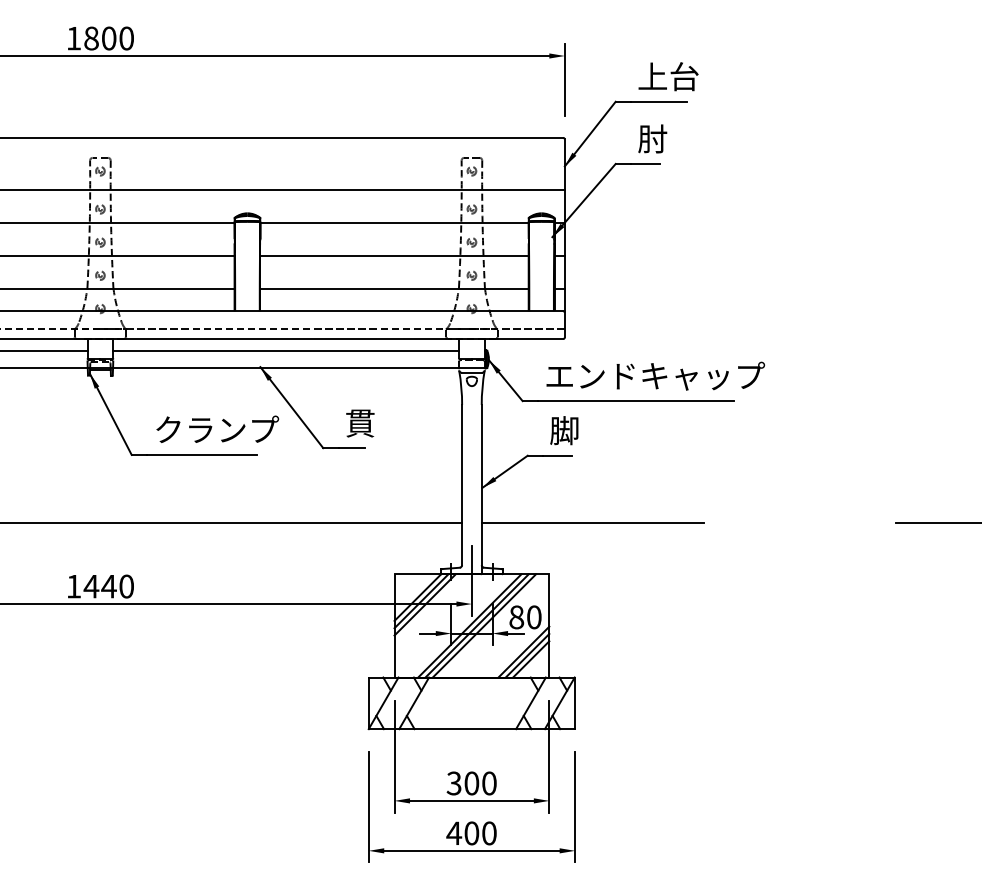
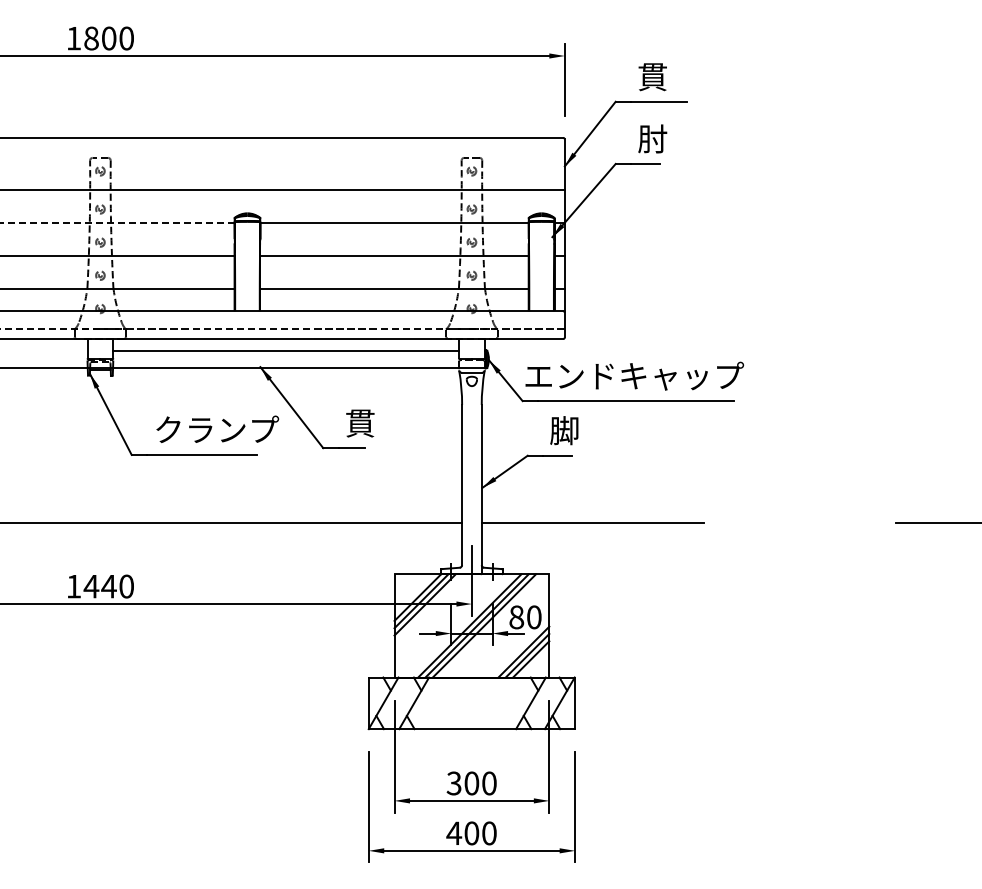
text at (668, 76): 上台 -> 貫
line at (116, 222): solid -> dashed
line at (44, 350): present -> none
text at (655, 375) position: (655, 375) -> (634, 375)
